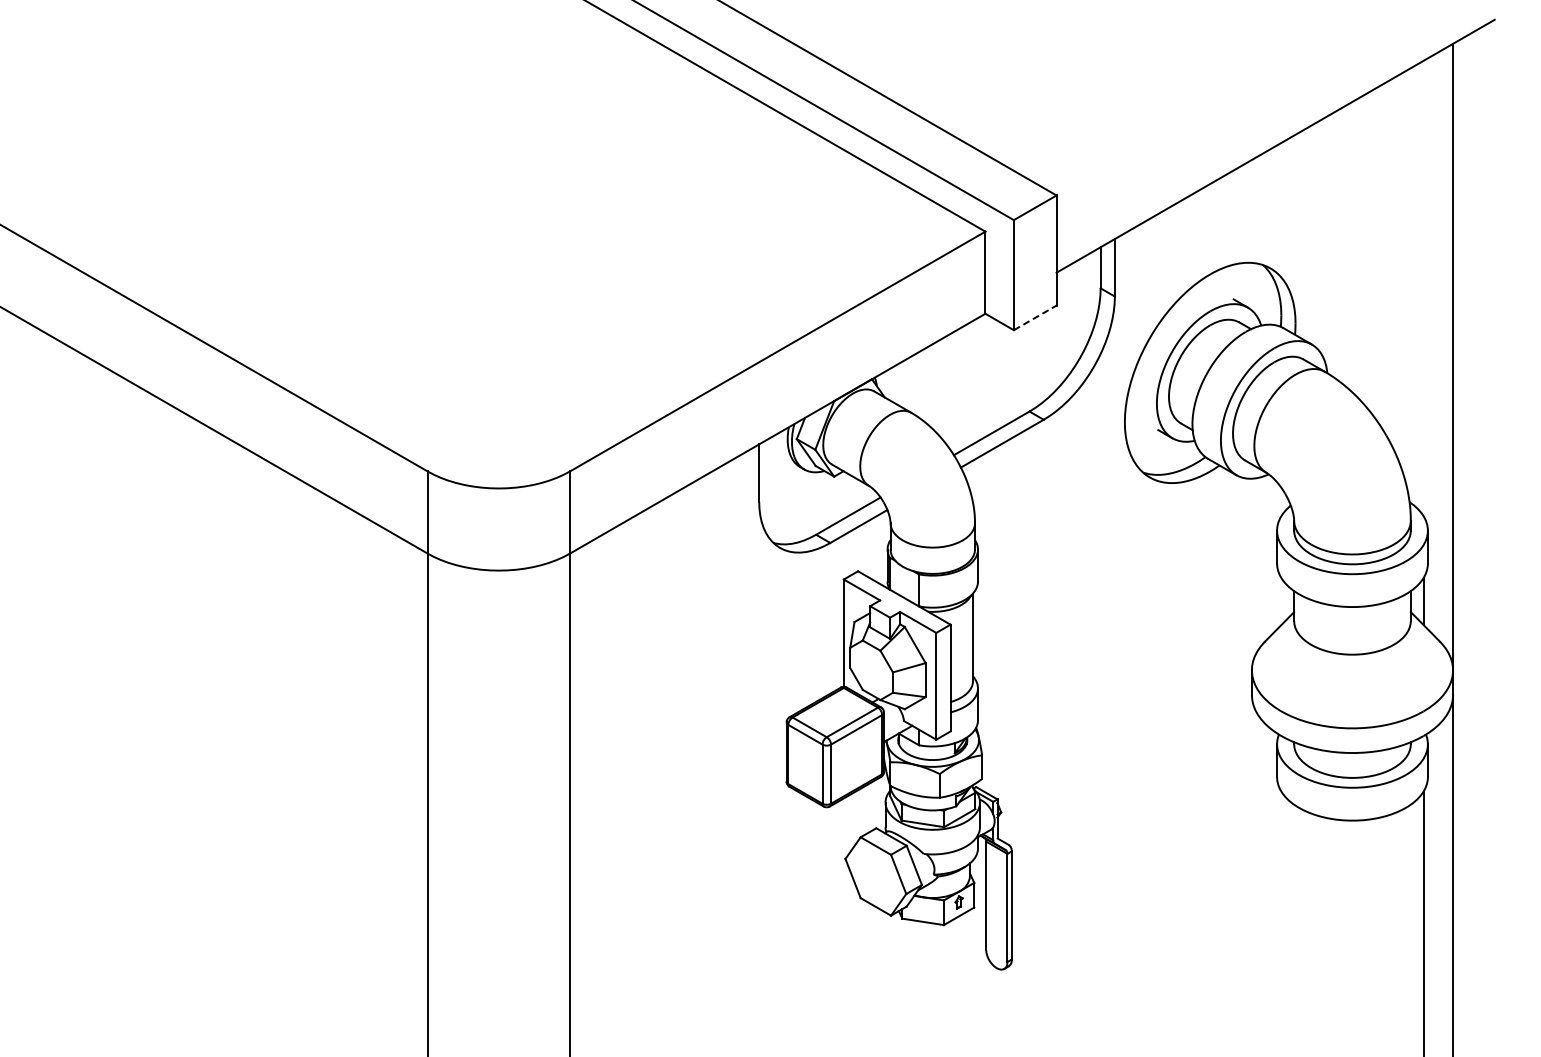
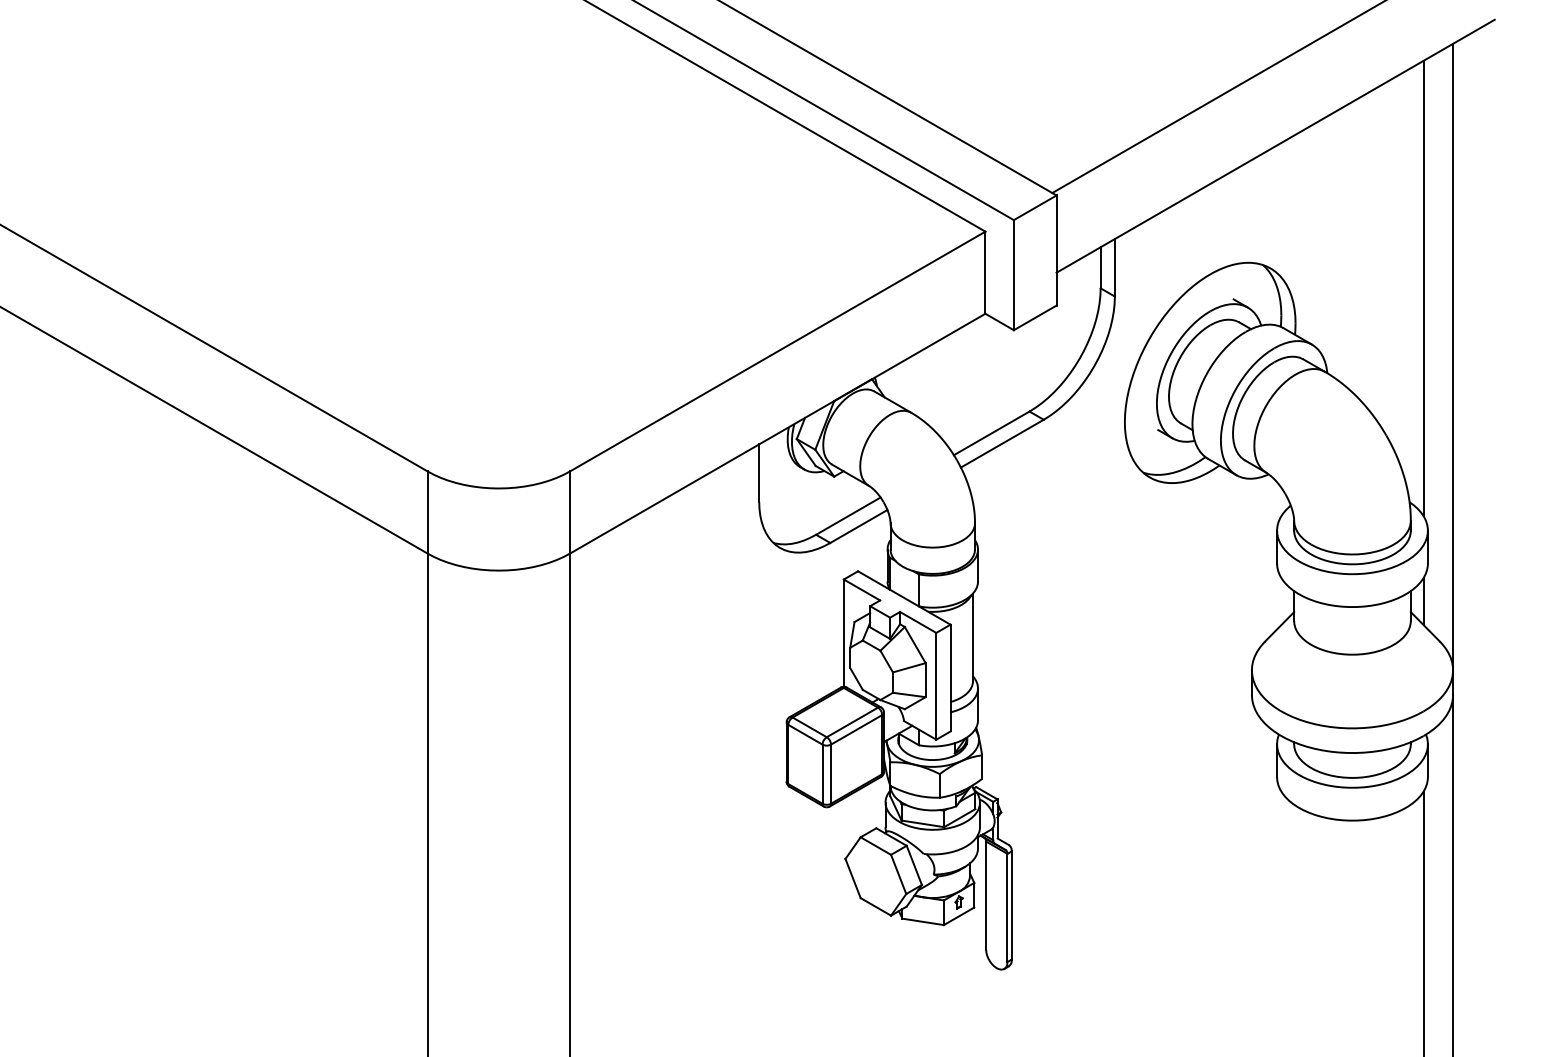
line at (1217, 97): none -> present
line at (1423, 288): none -> present
line at (1035, 317): dashed -> solid
